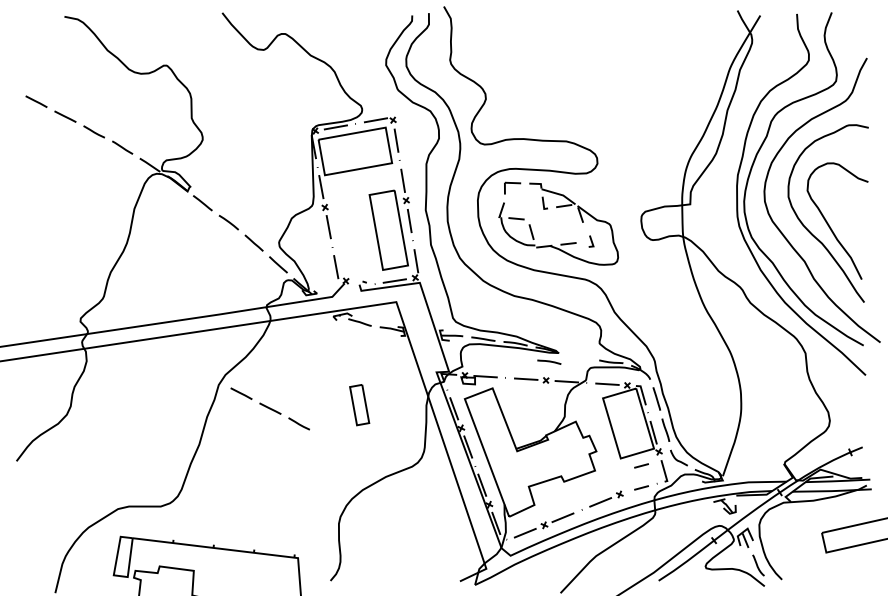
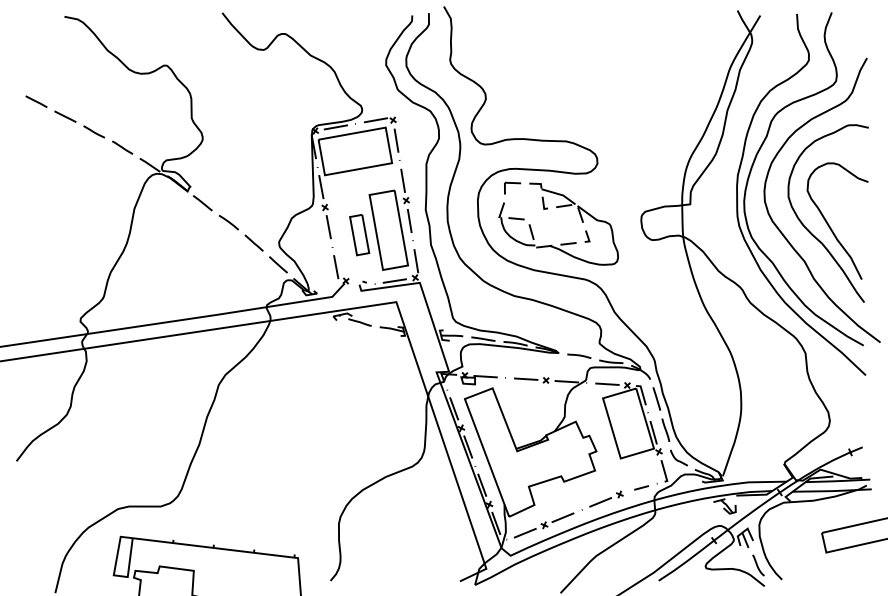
line at (591, 241) position: (591, 241) -> (587, 236)
line at (549, 361) position: (549, 361) -> (579, 355)
part at (359, 405) position: (359, 405) -> (359, 235)
part at (269, 408): present -> none
line at (641, 465): present -> none
